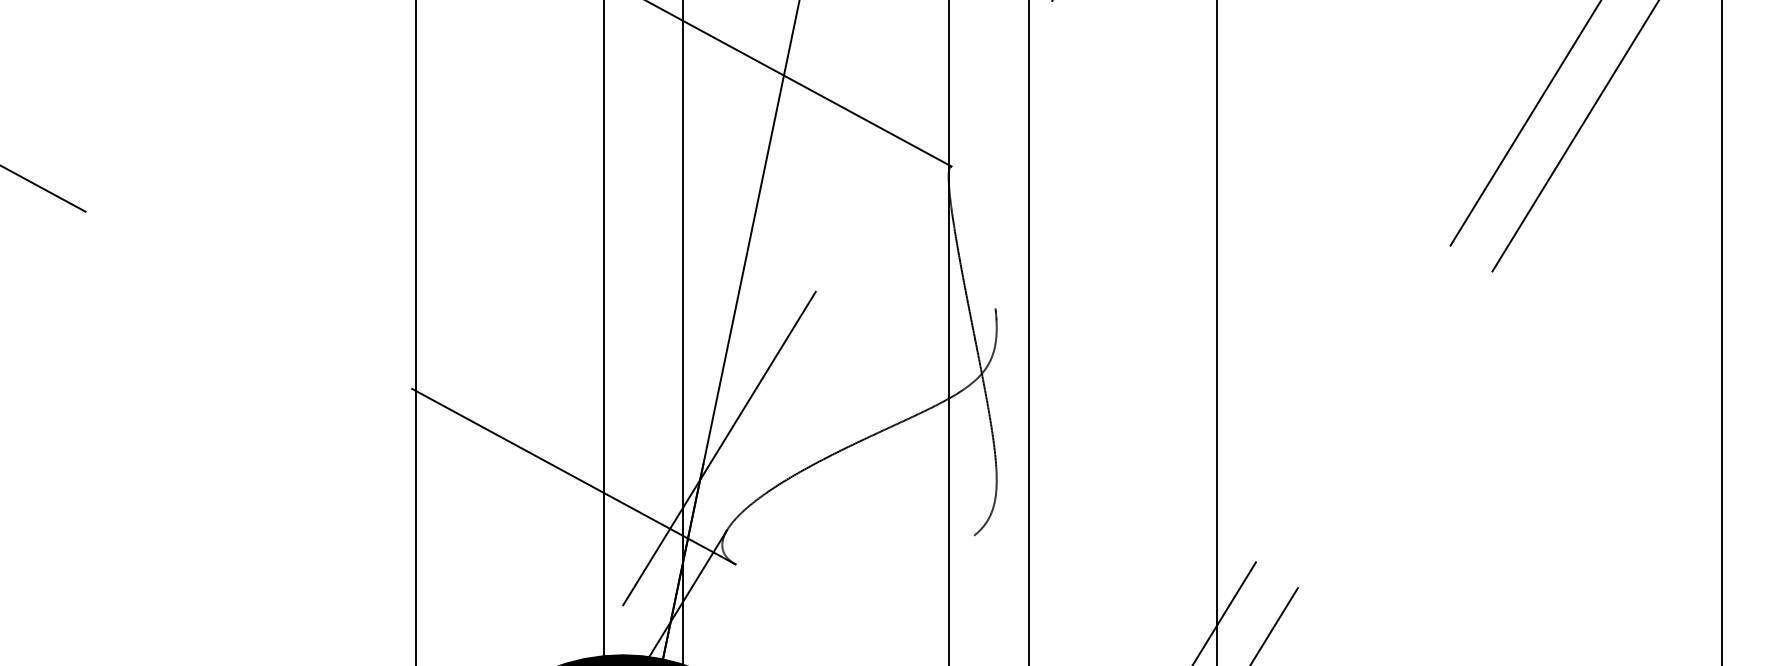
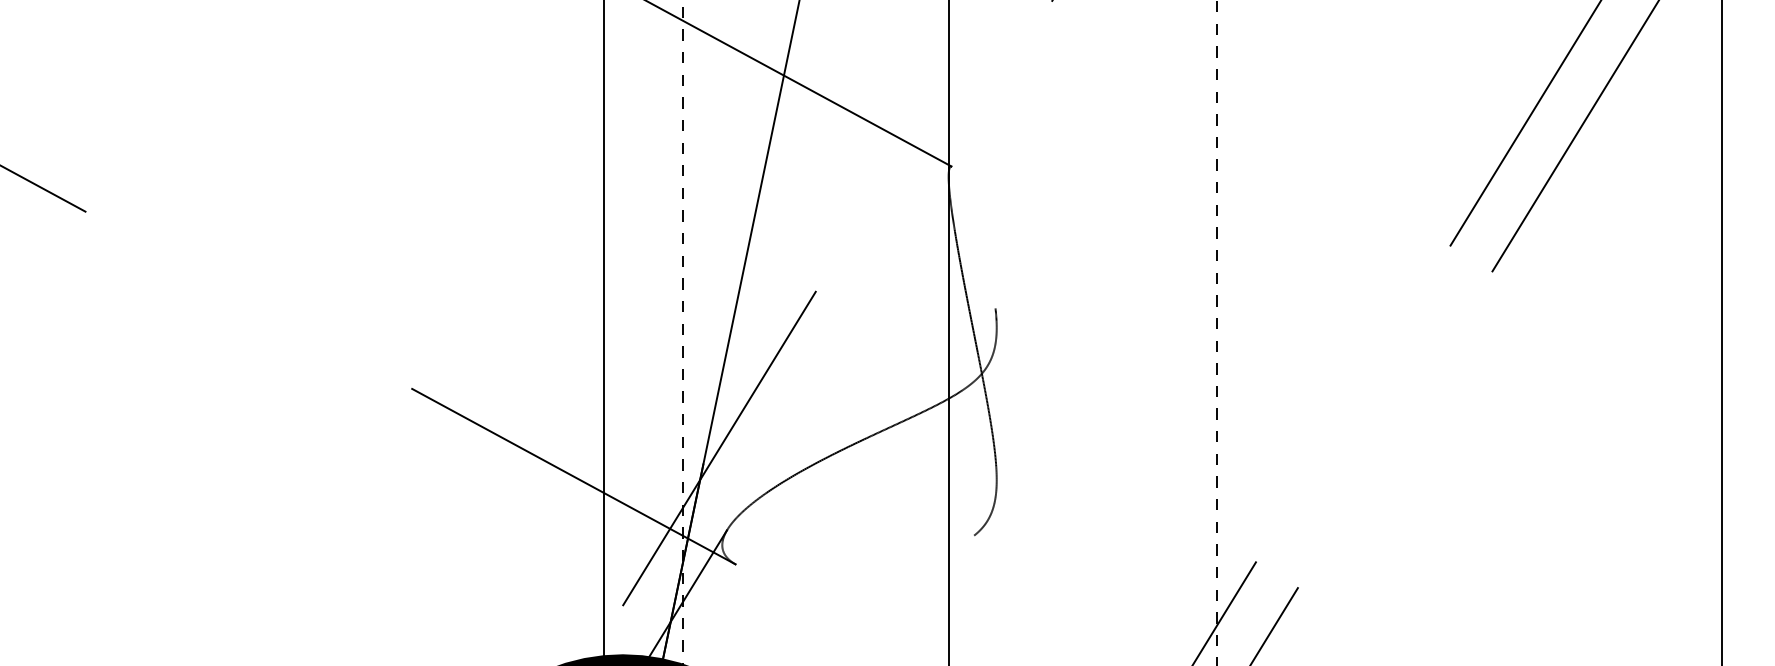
line at (416, 332): present -> none
line at (1028, 332): present -> none
line at (683, 333): solid -> dashed
line at (1216, 333): solid -> dashed
